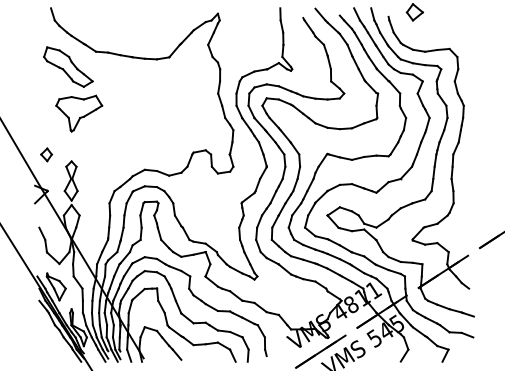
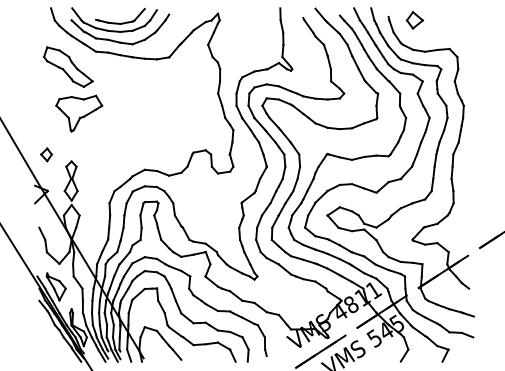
part at (414, 12) position: (414, 12) -> (414, 20)
part at (120, 26): none -> present
